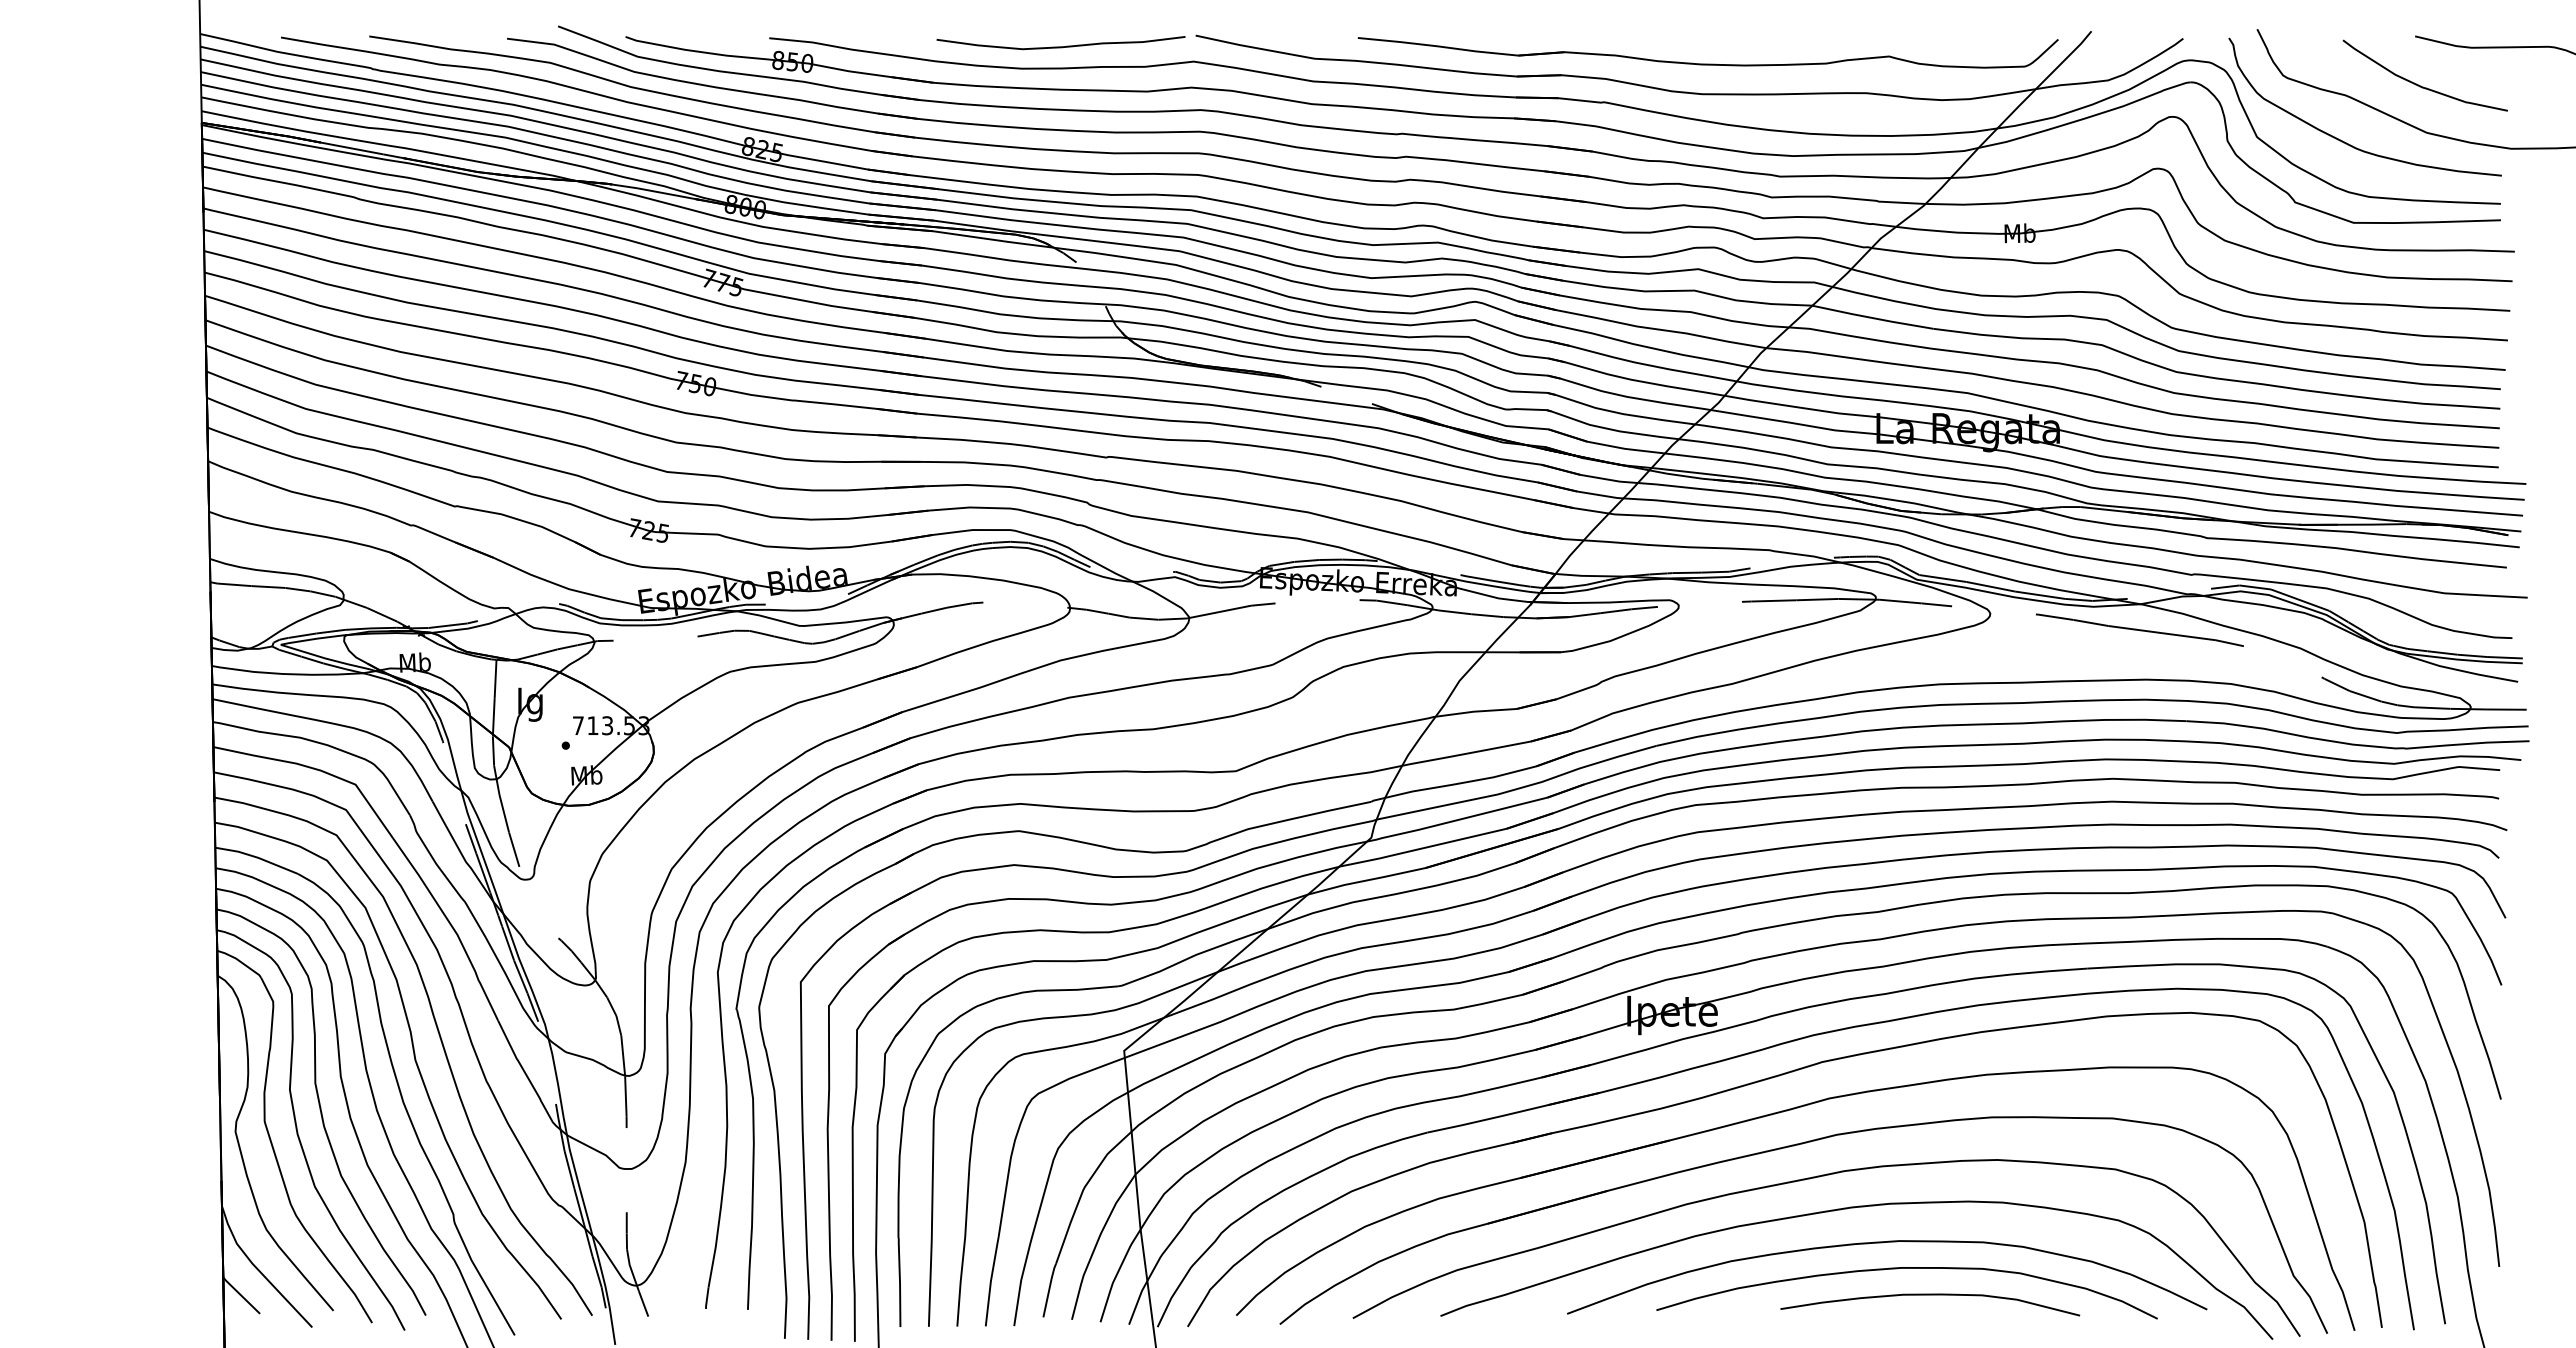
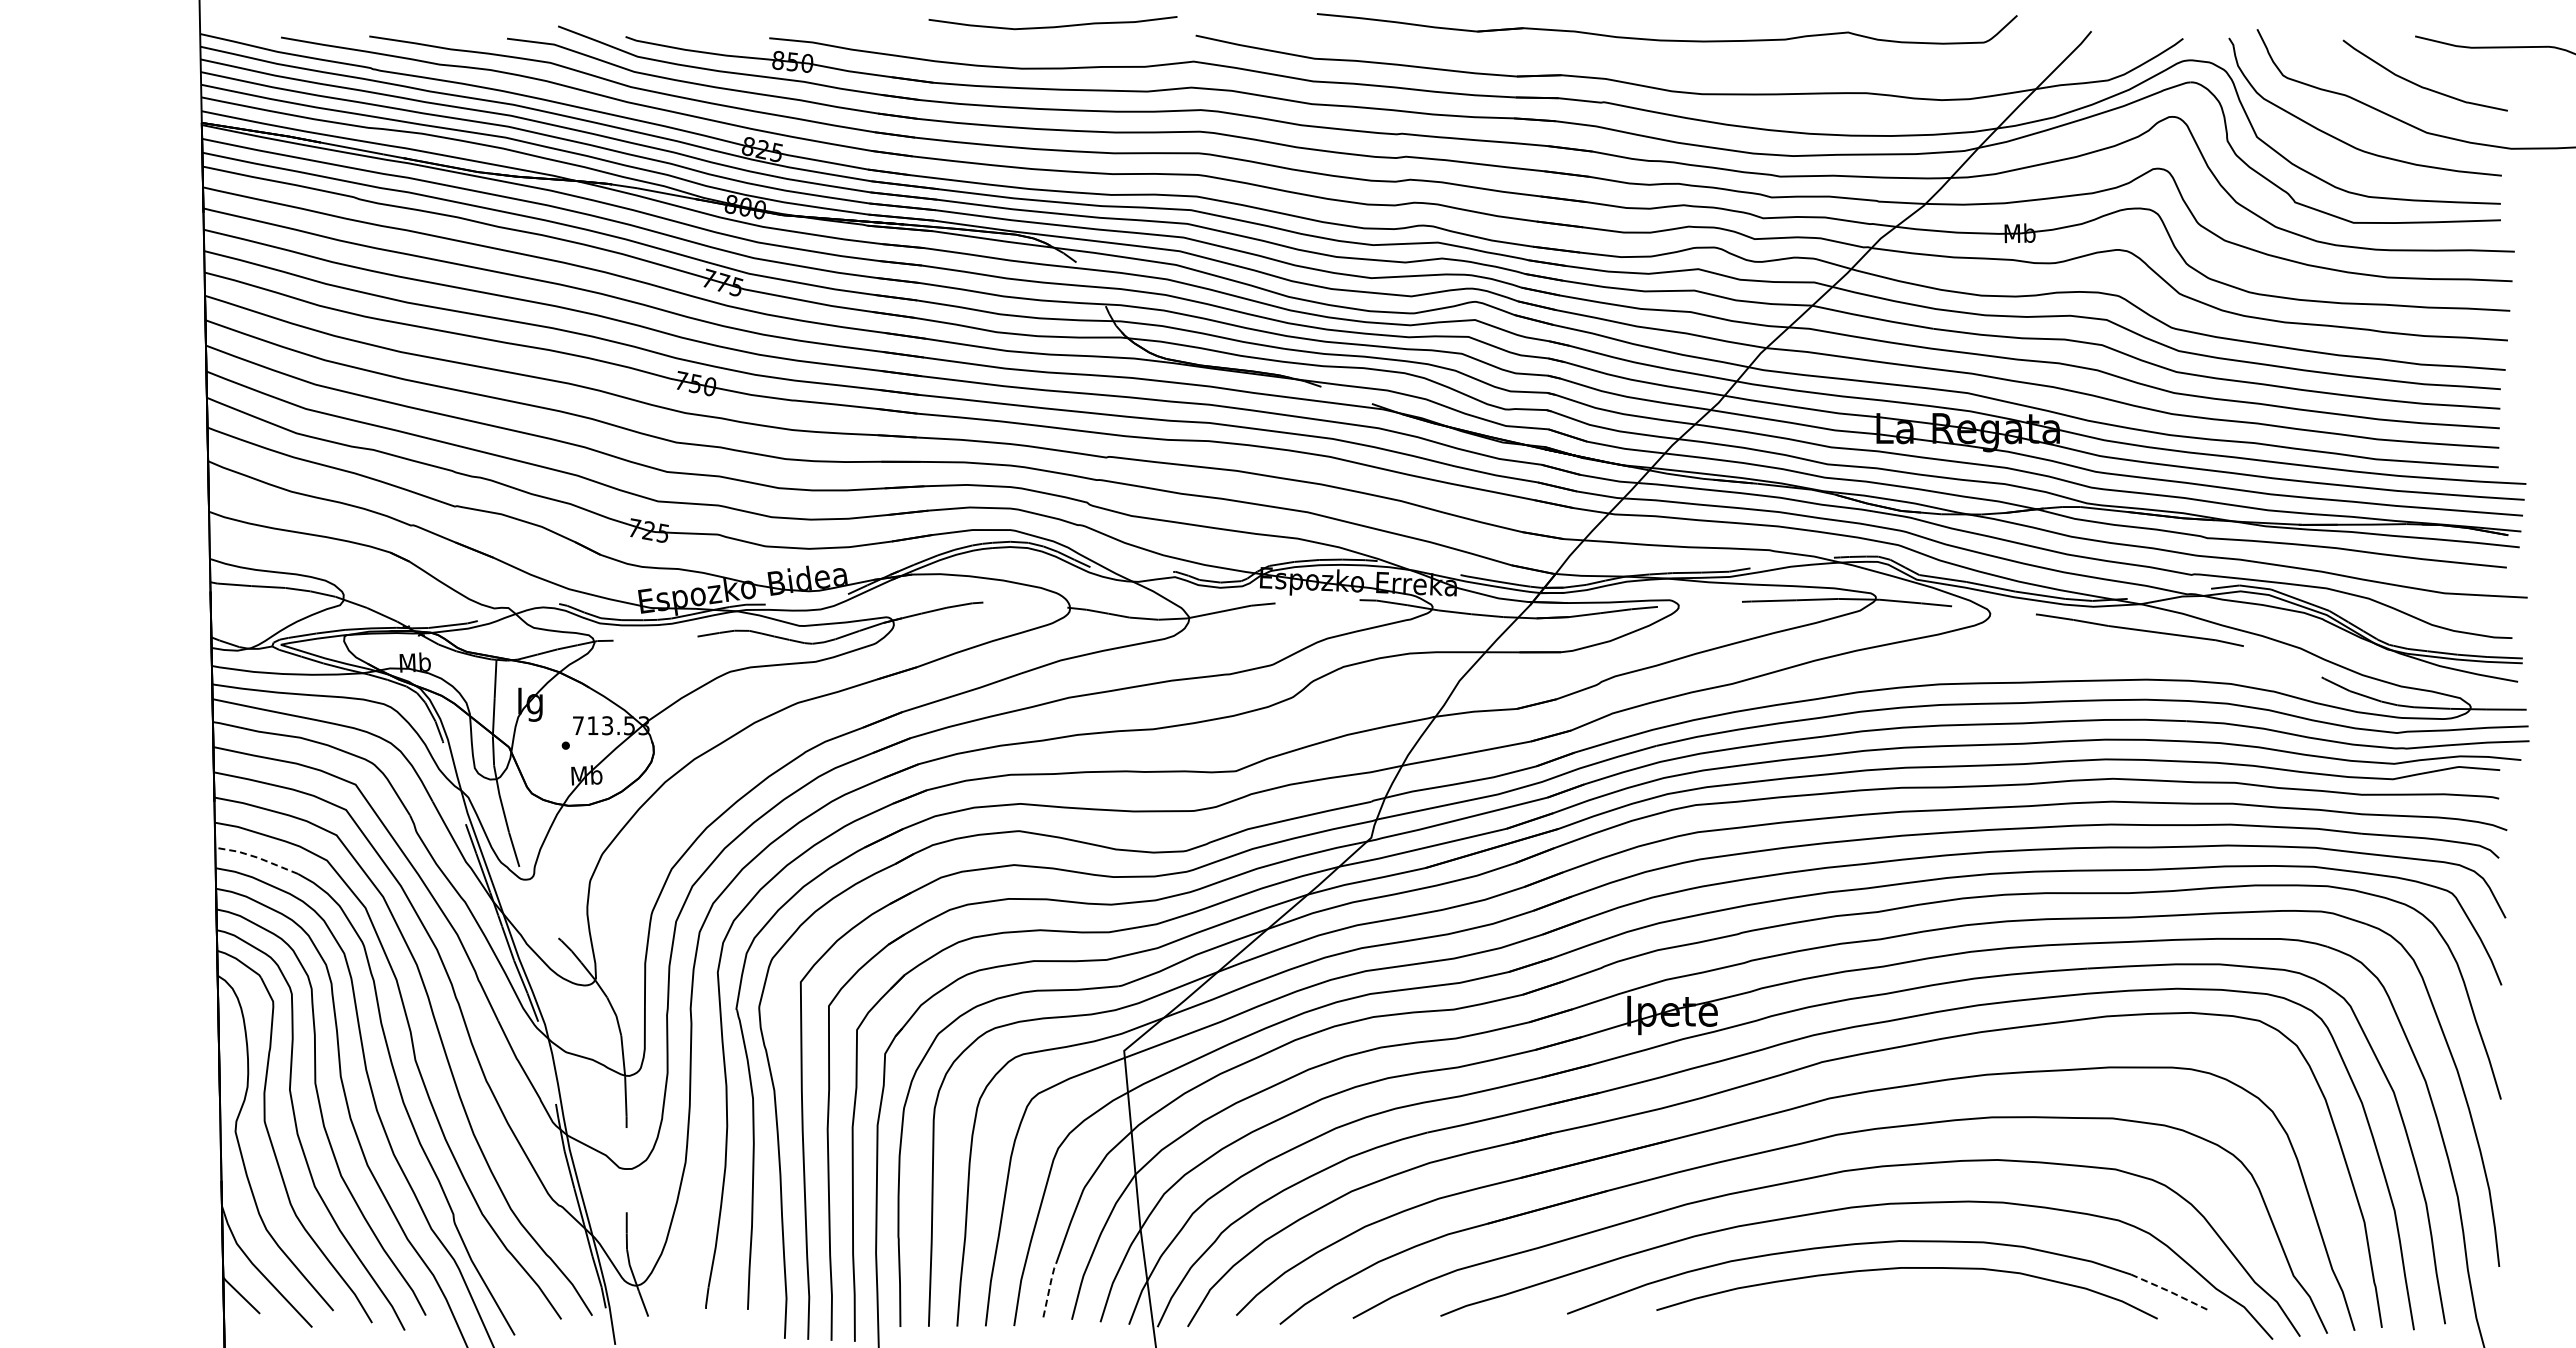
curve at (1060, 46) position: (1060, 46) -> (1052, 26)
part at (1707, 63) position: (1707, 63) -> (1666, 39)
line at (257, 857): solid -> dashed
line at (1049, 1289): solid -> dashed
line at (2169, 1291): solid -> dashed
curve at (1930, 1295): present -> none
